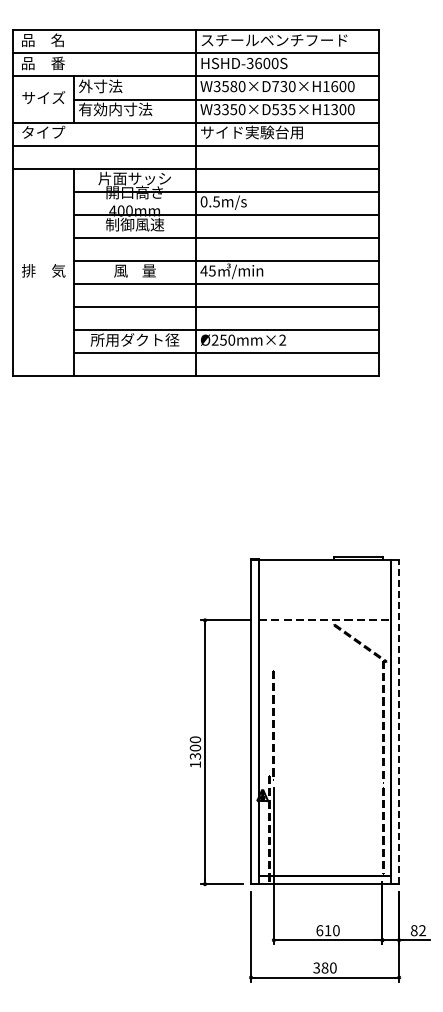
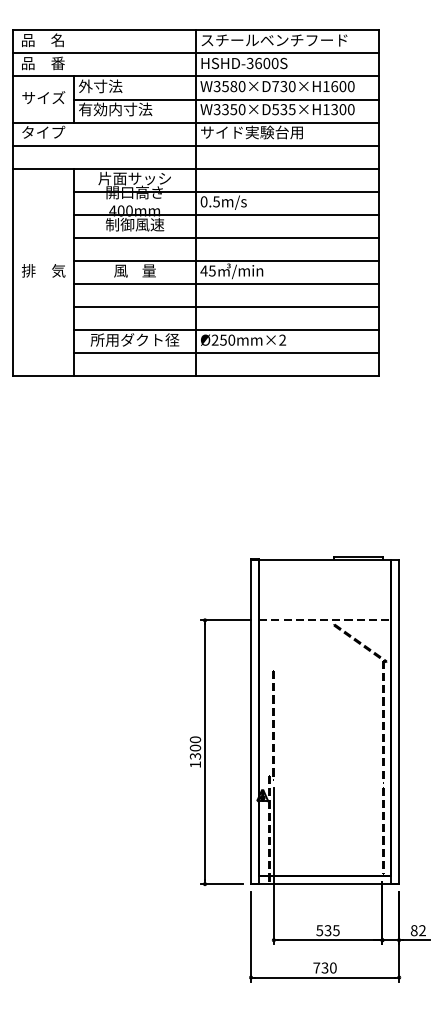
line at (399, 721): dashed -> solid
text at (327, 930): 610 -> 535
text at (320, 967): 380 -> 730
